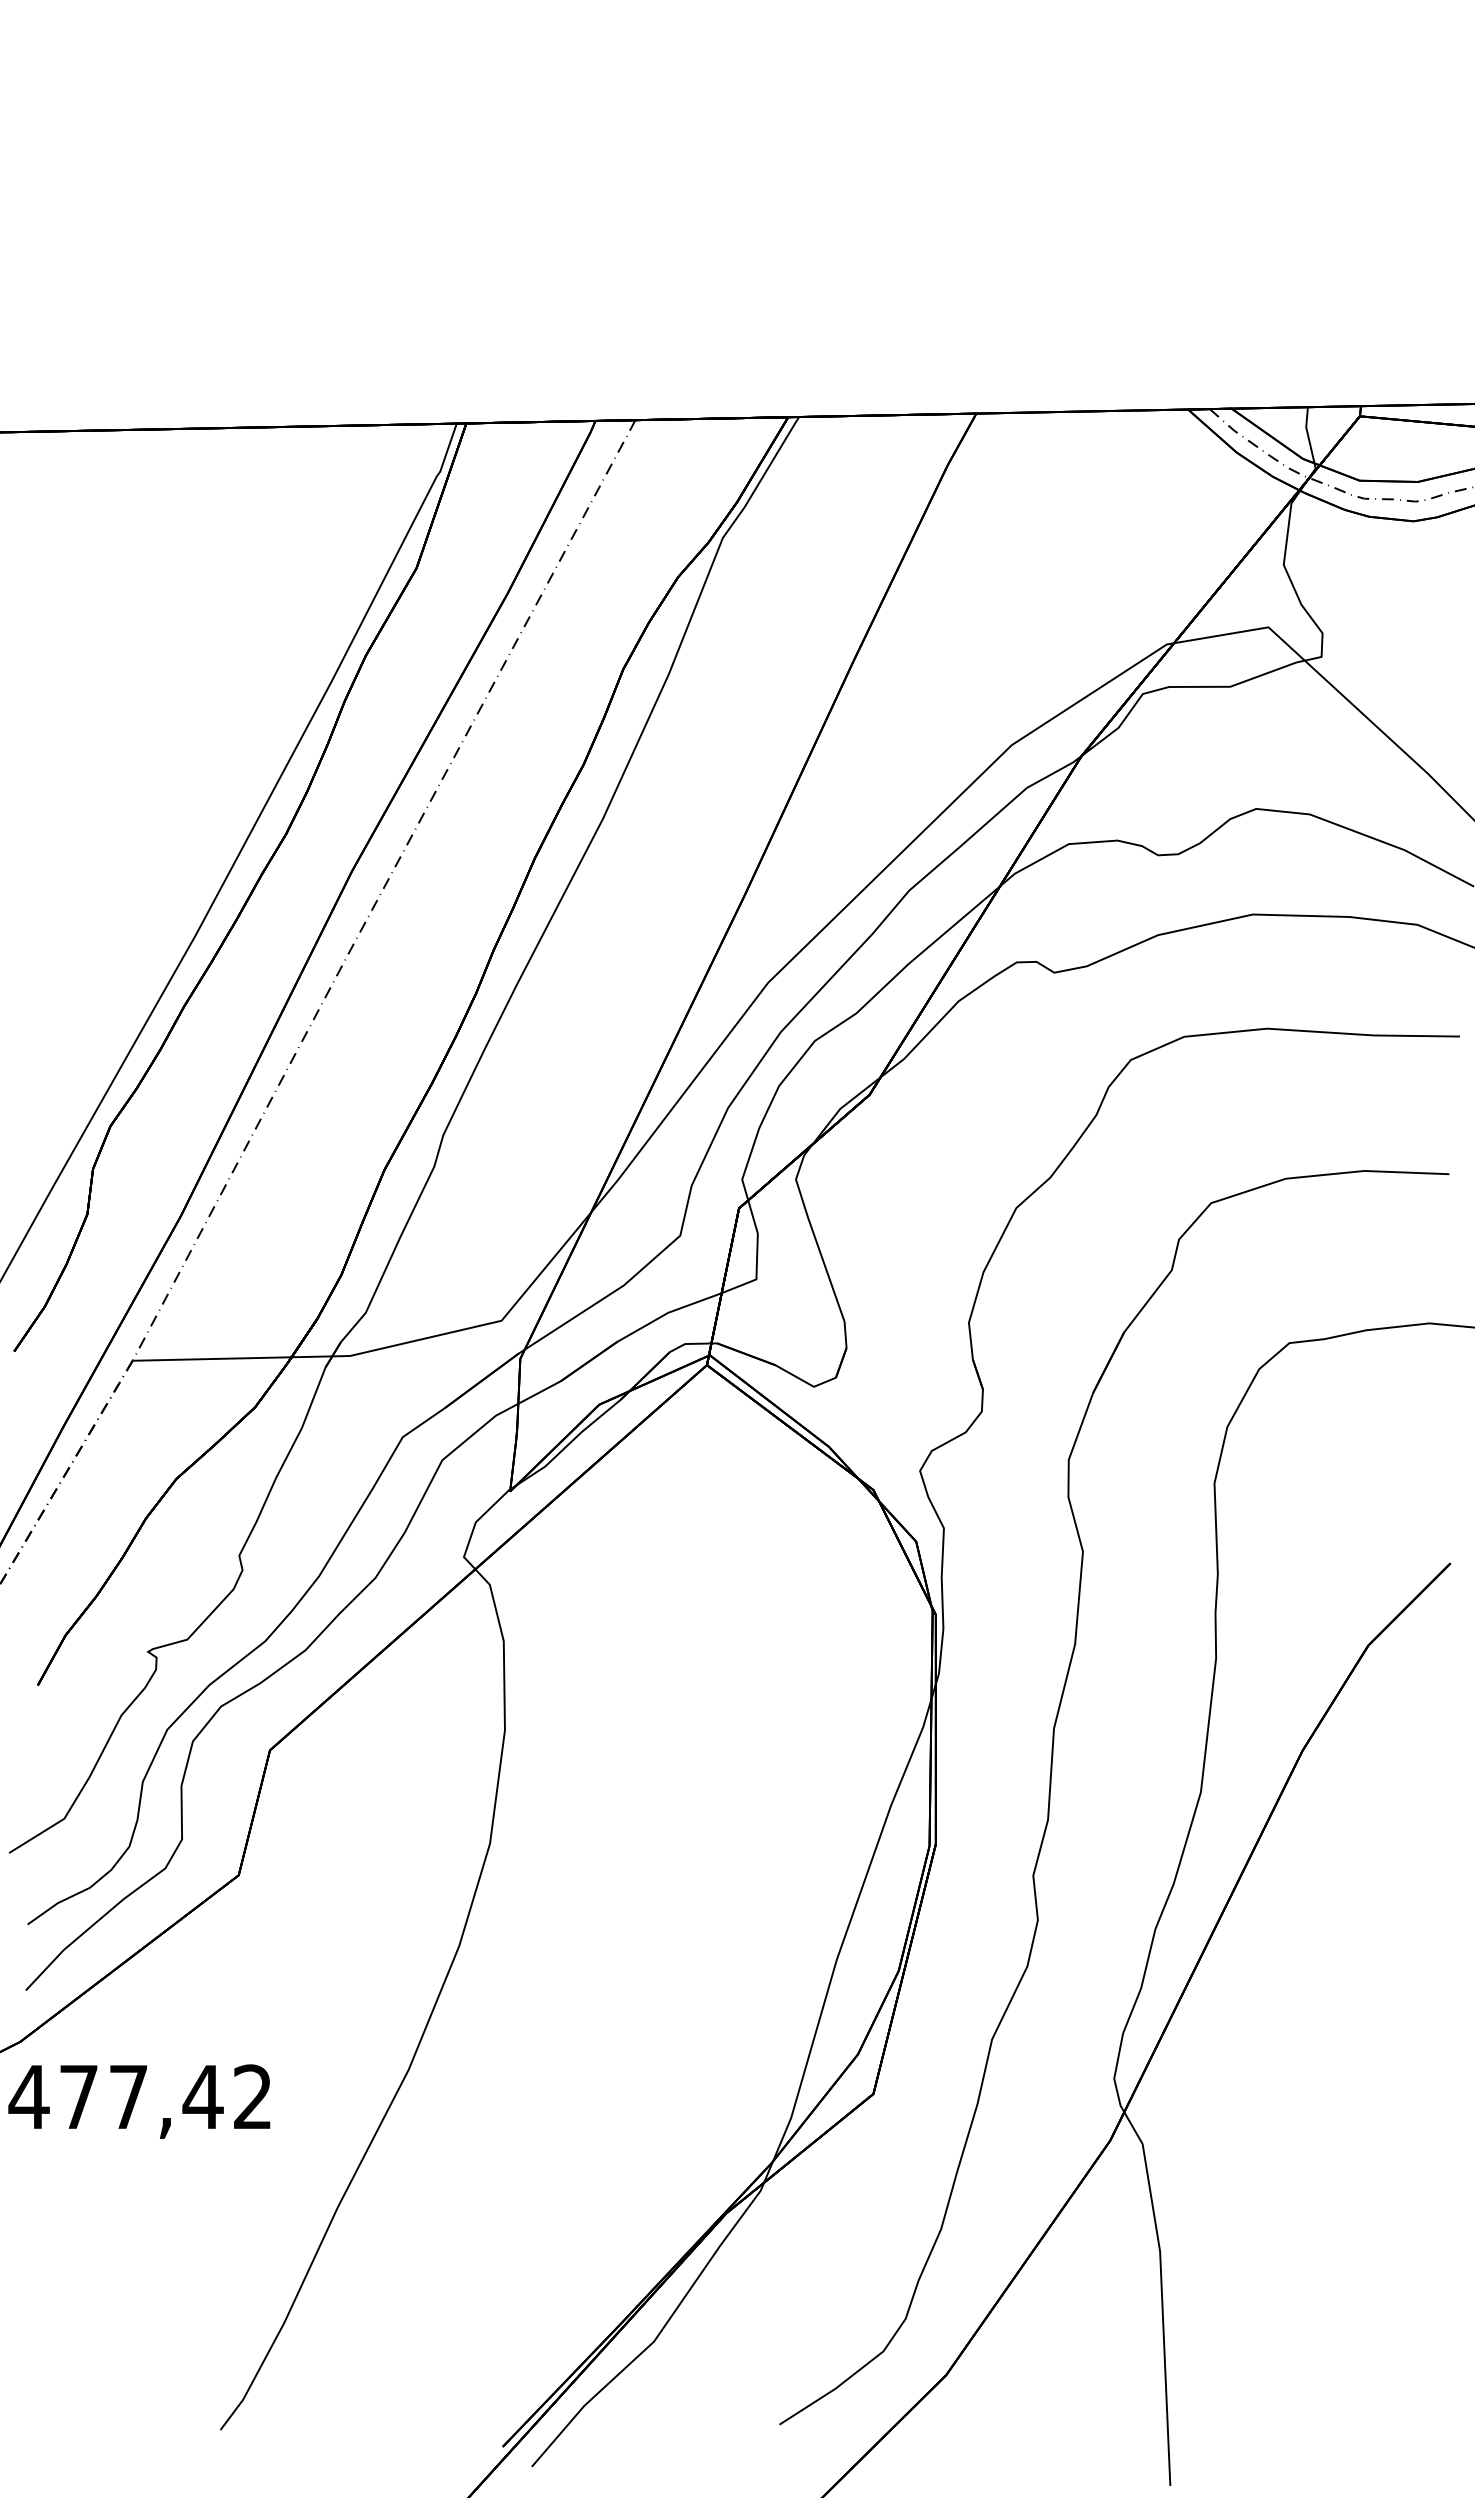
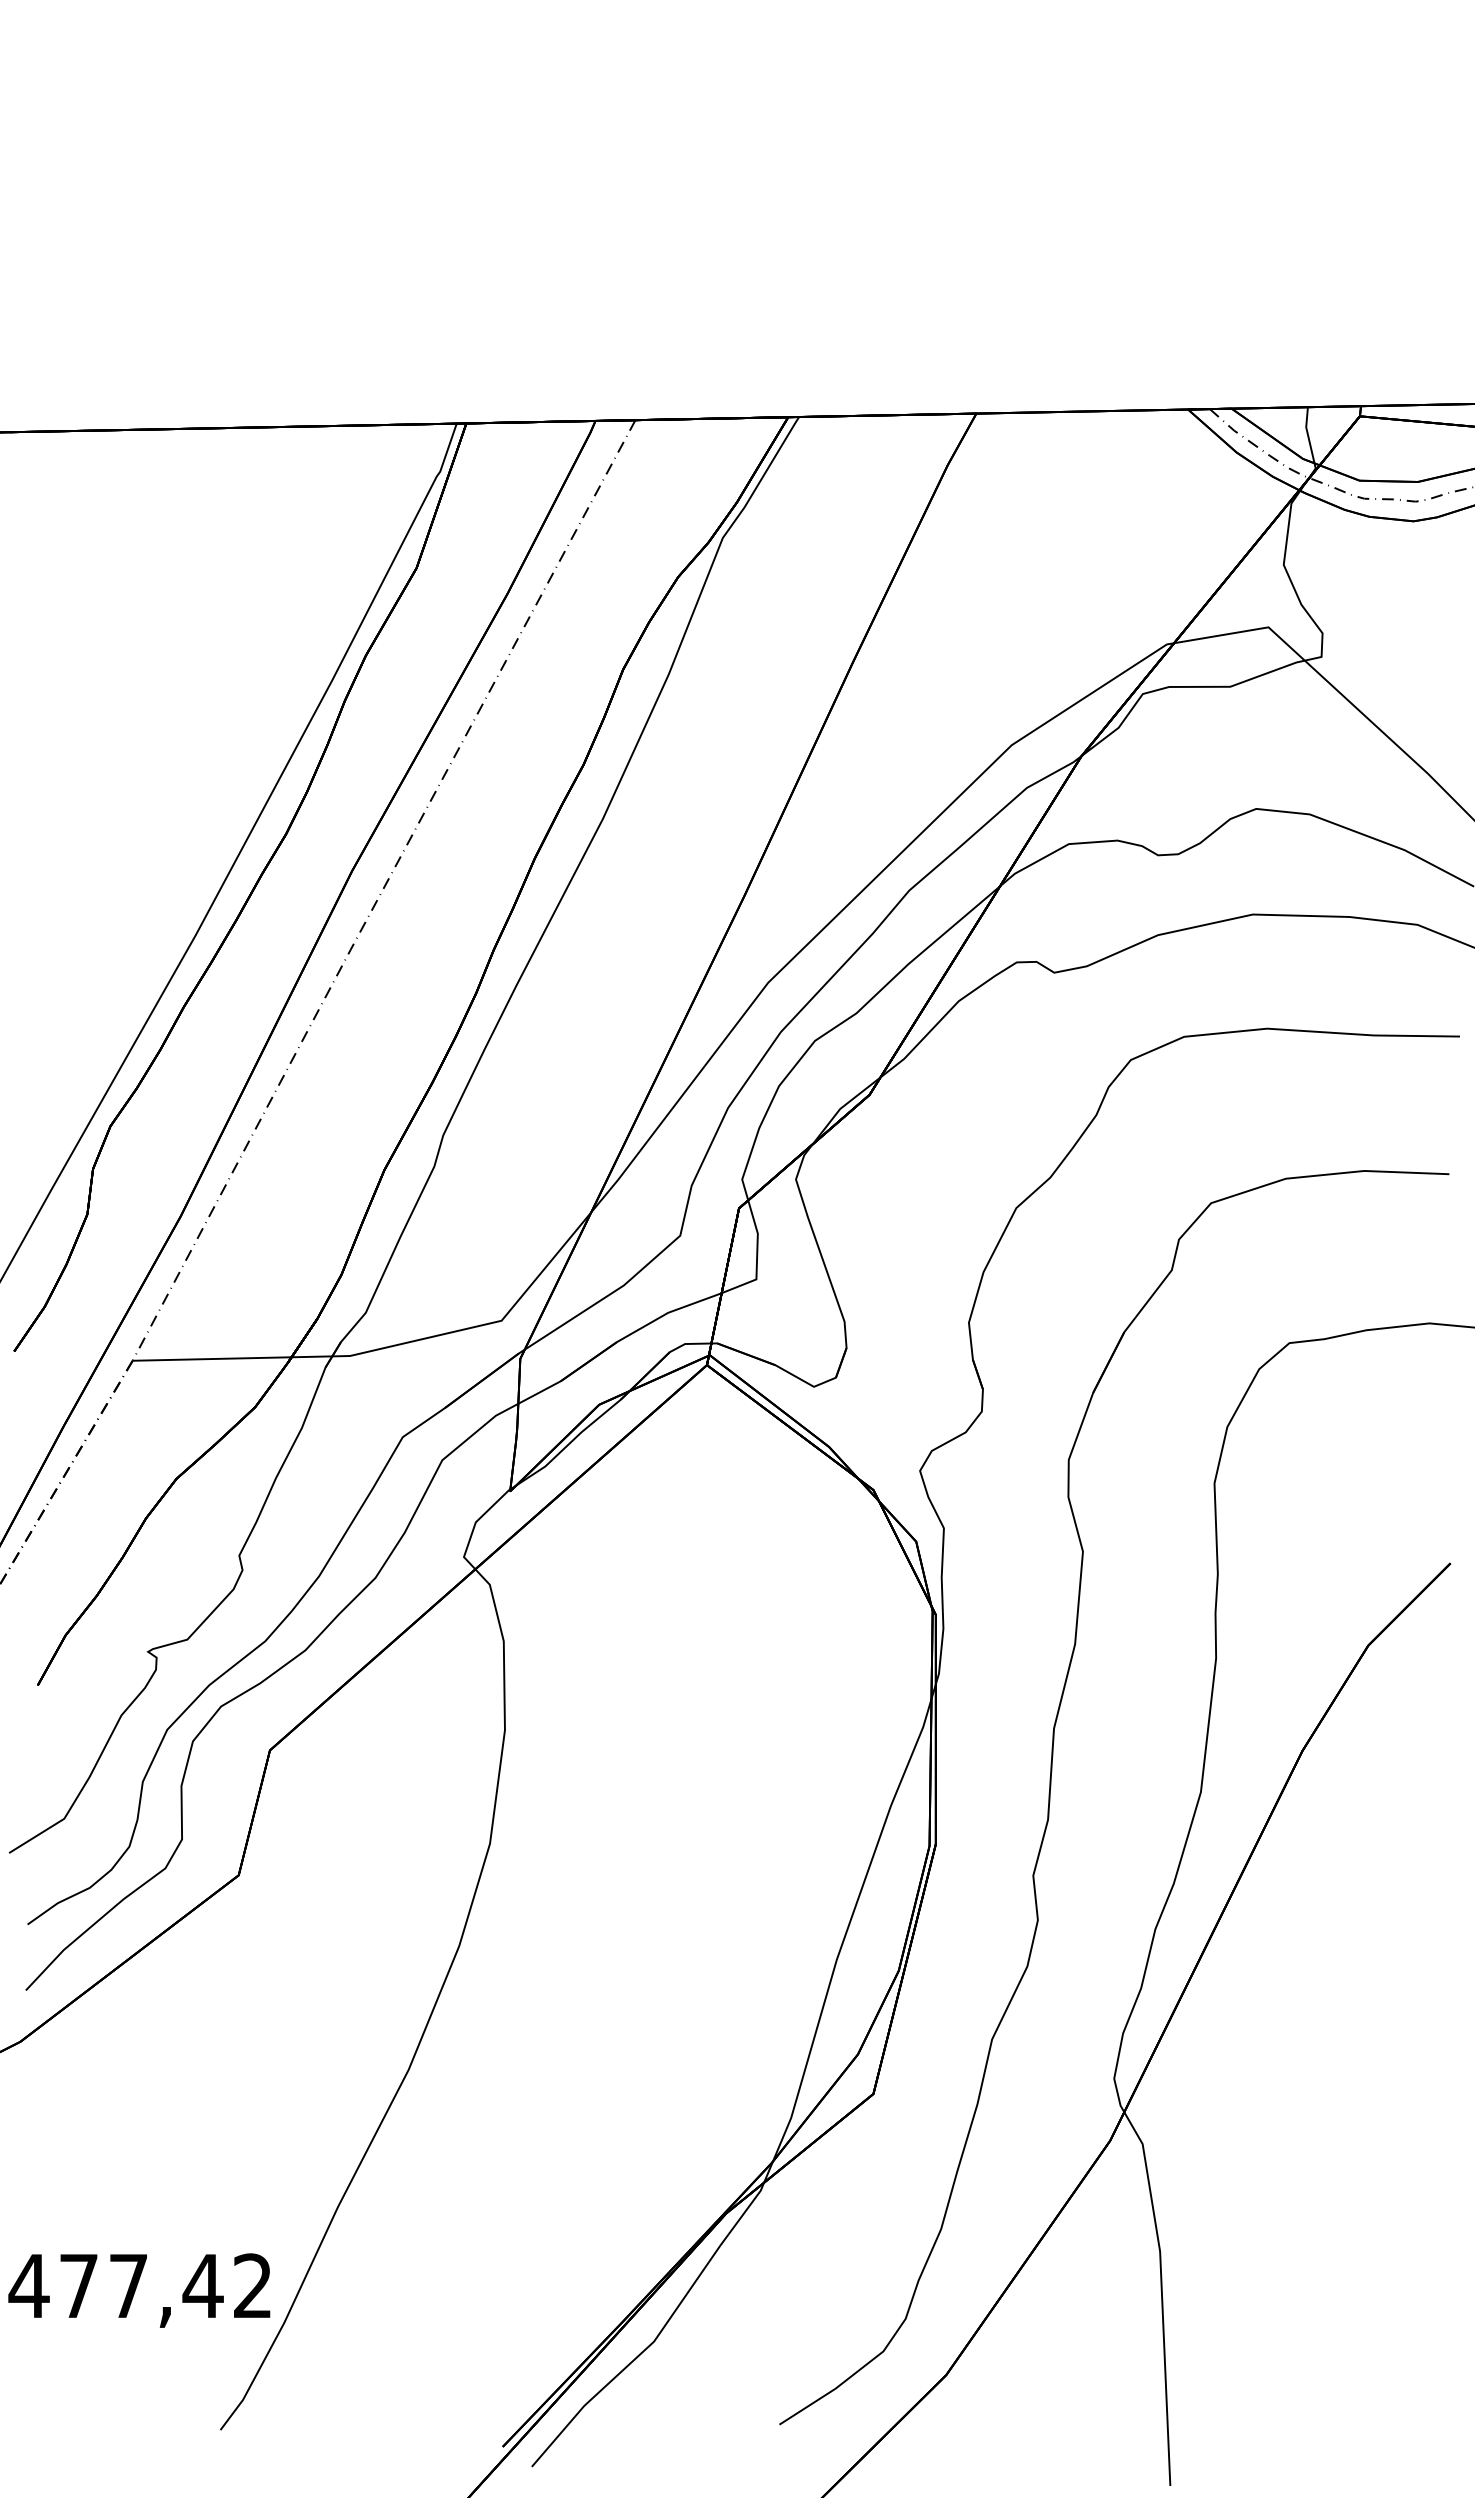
text at (139, 2101) position: (139, 2101) -> (139, 2290)
